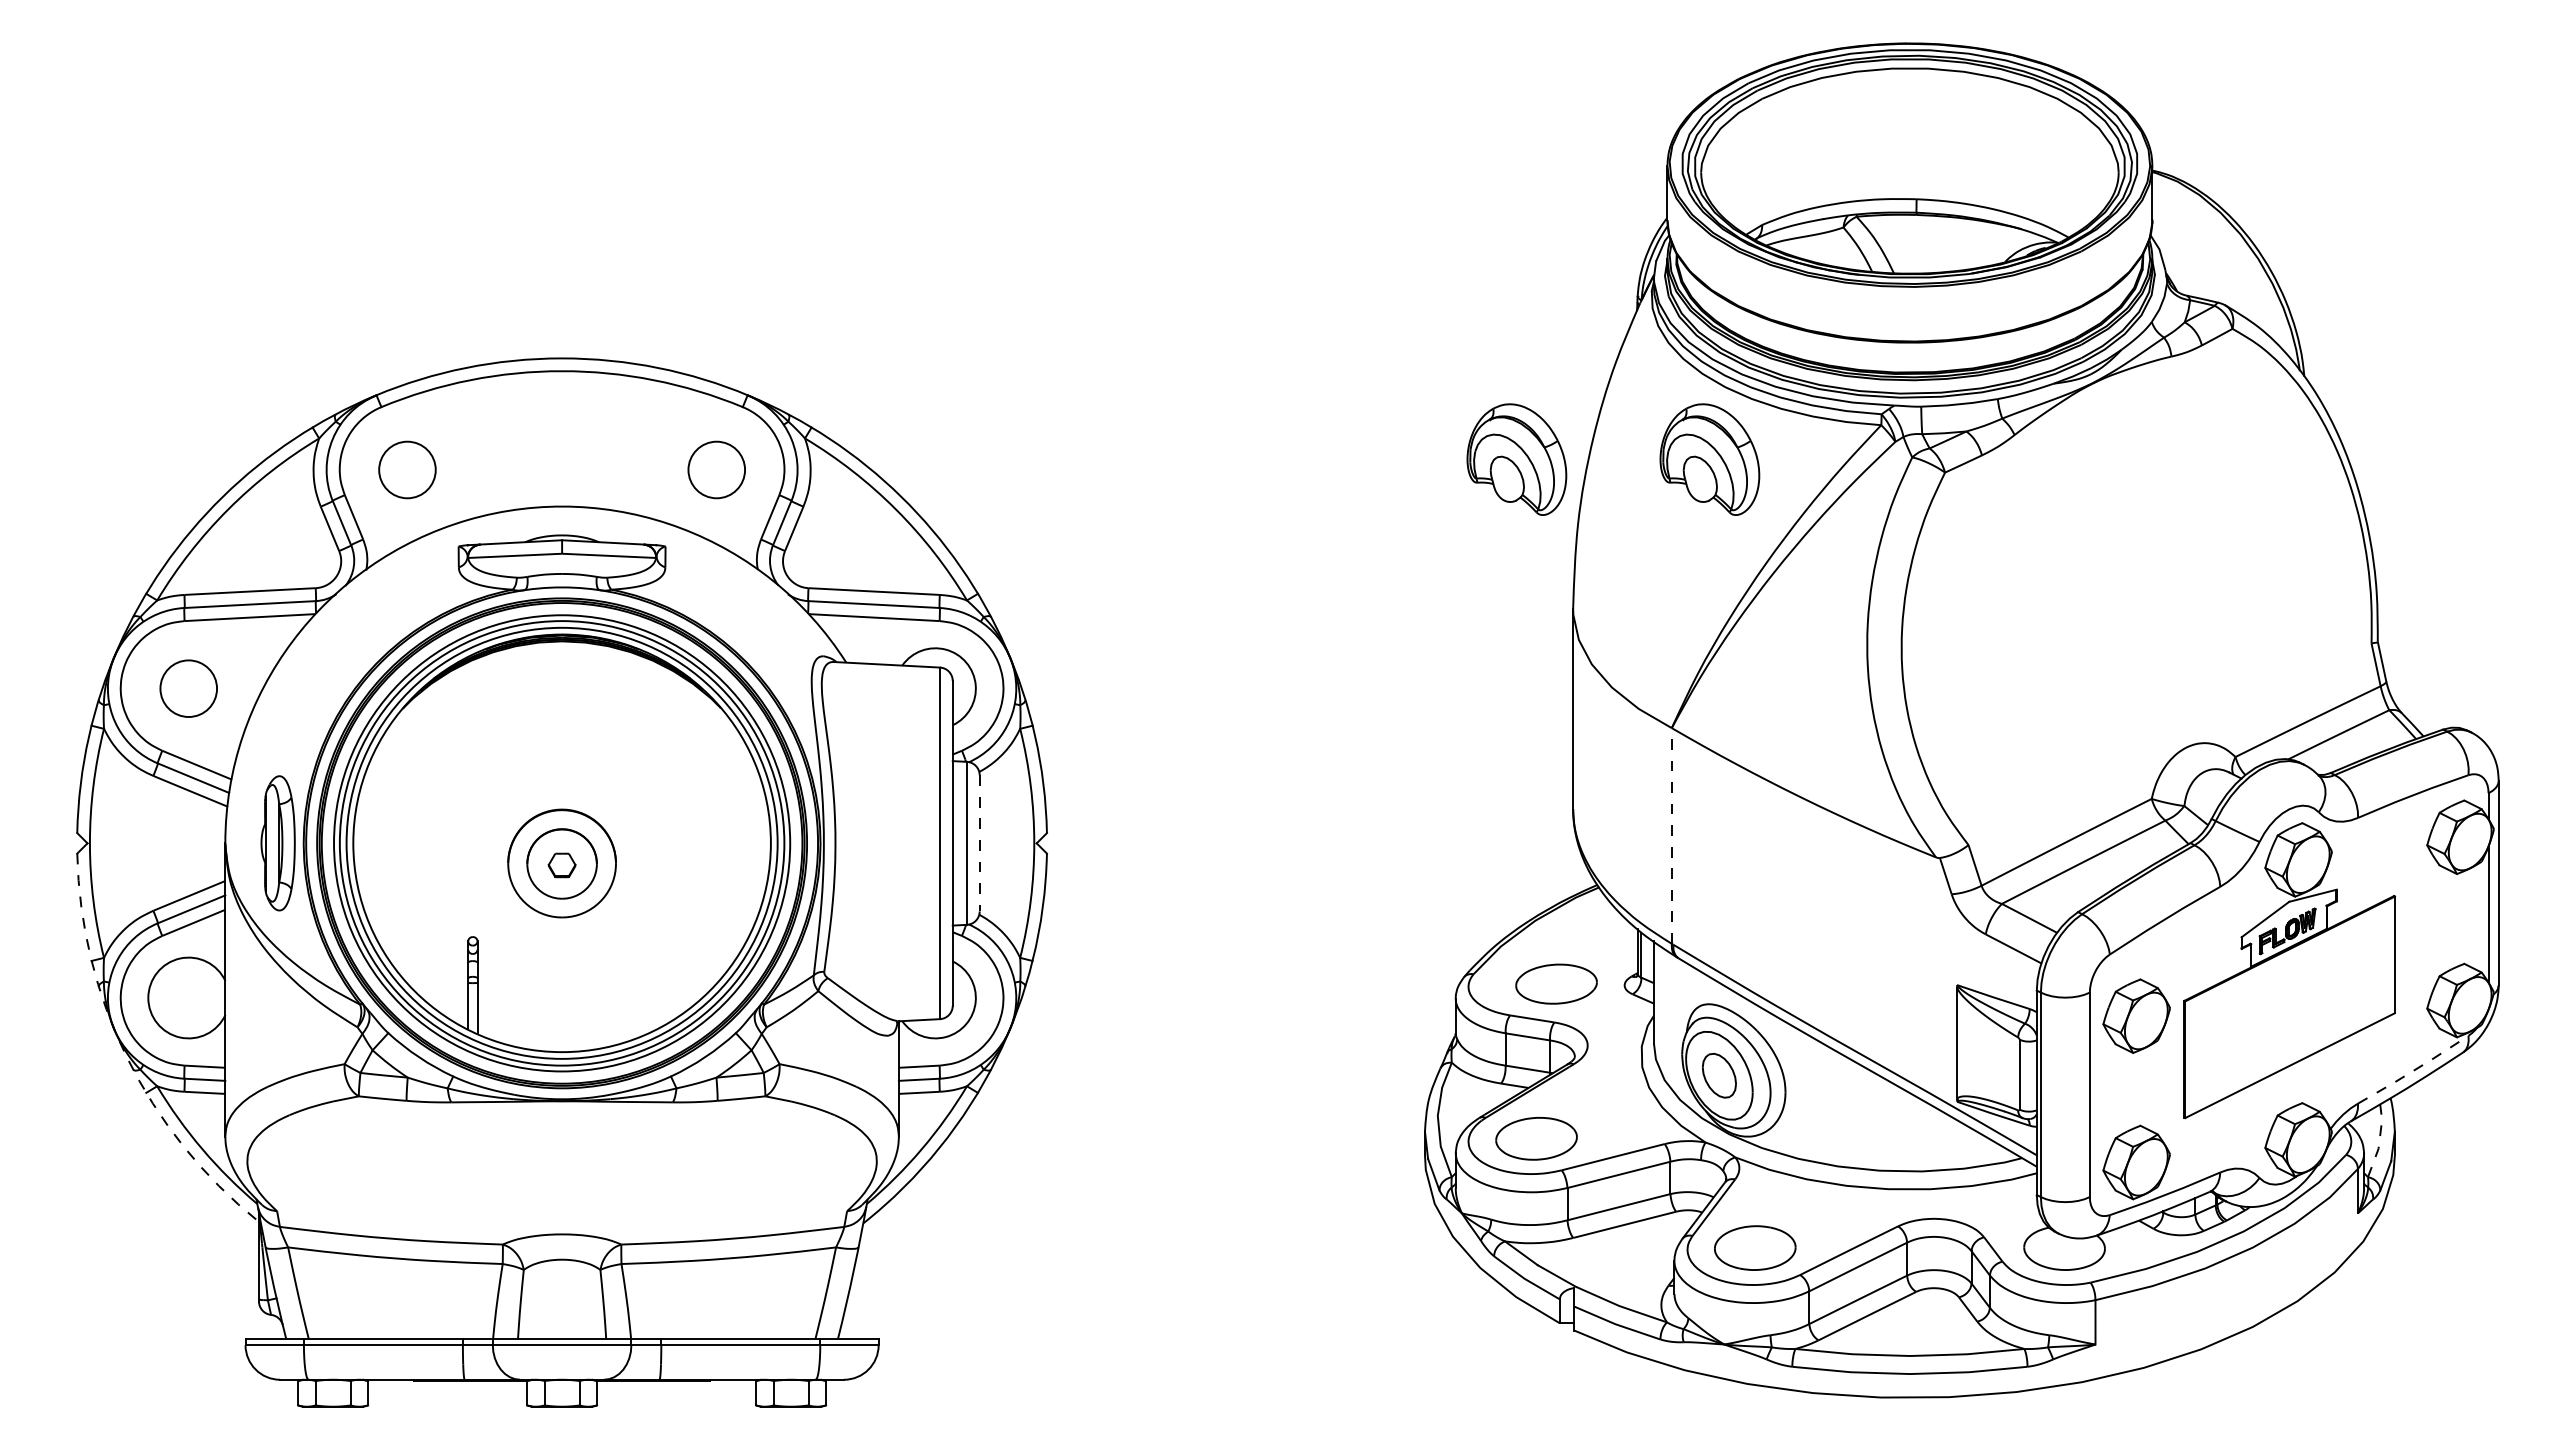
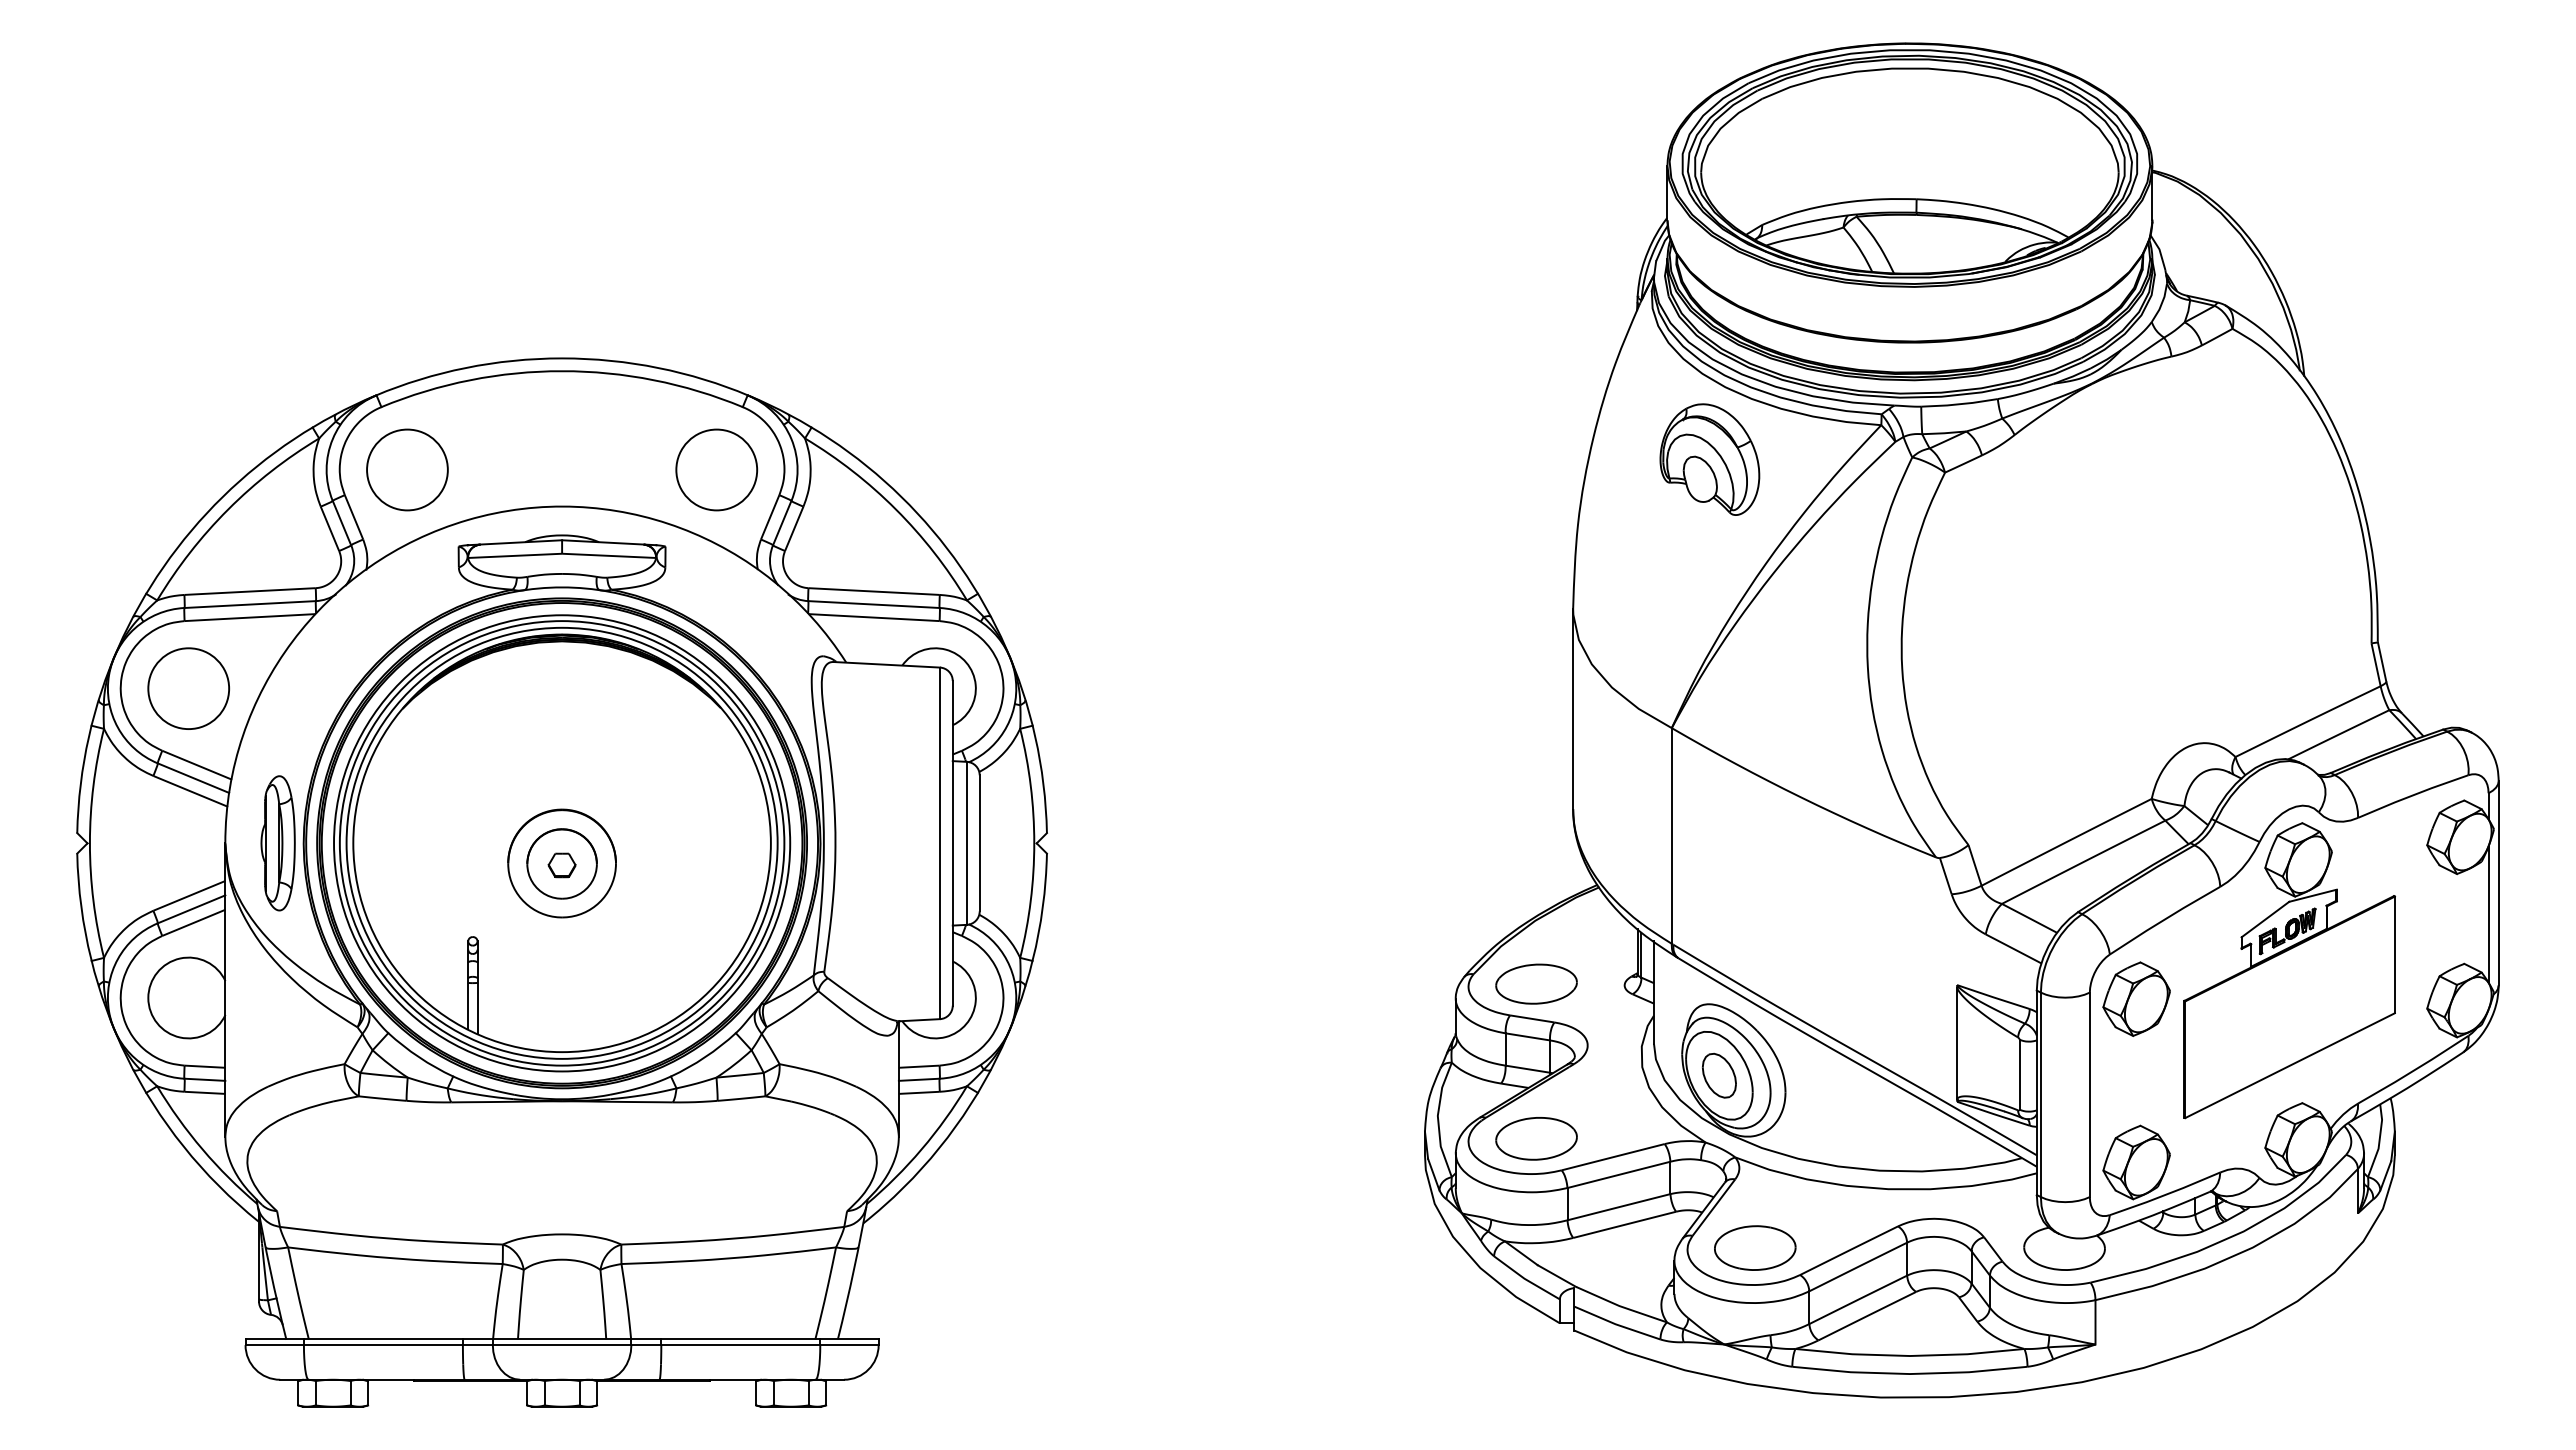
part at (1516, 459): present -> none
circle at (407, 469) size: 59x60 px -> 83x84 px
circle at (716, 469) diameter: 57 px -> 81 px
circle at (188, 688) diameter: 57 px -> 81 px
line at (1671, 835): dashed -> solid
line at (979, 843): dashed -> solid
part at (1556, 983) position: (1556, 983) -> (1536, 983)
part at (2136, 1015) position: (2136, 1015) -> (2136, 998)
arc at (127, 1057): dashed -> solid
line at (2414, 1070): dashed -> solid
line at (2379, 1141): dashed -> solid
